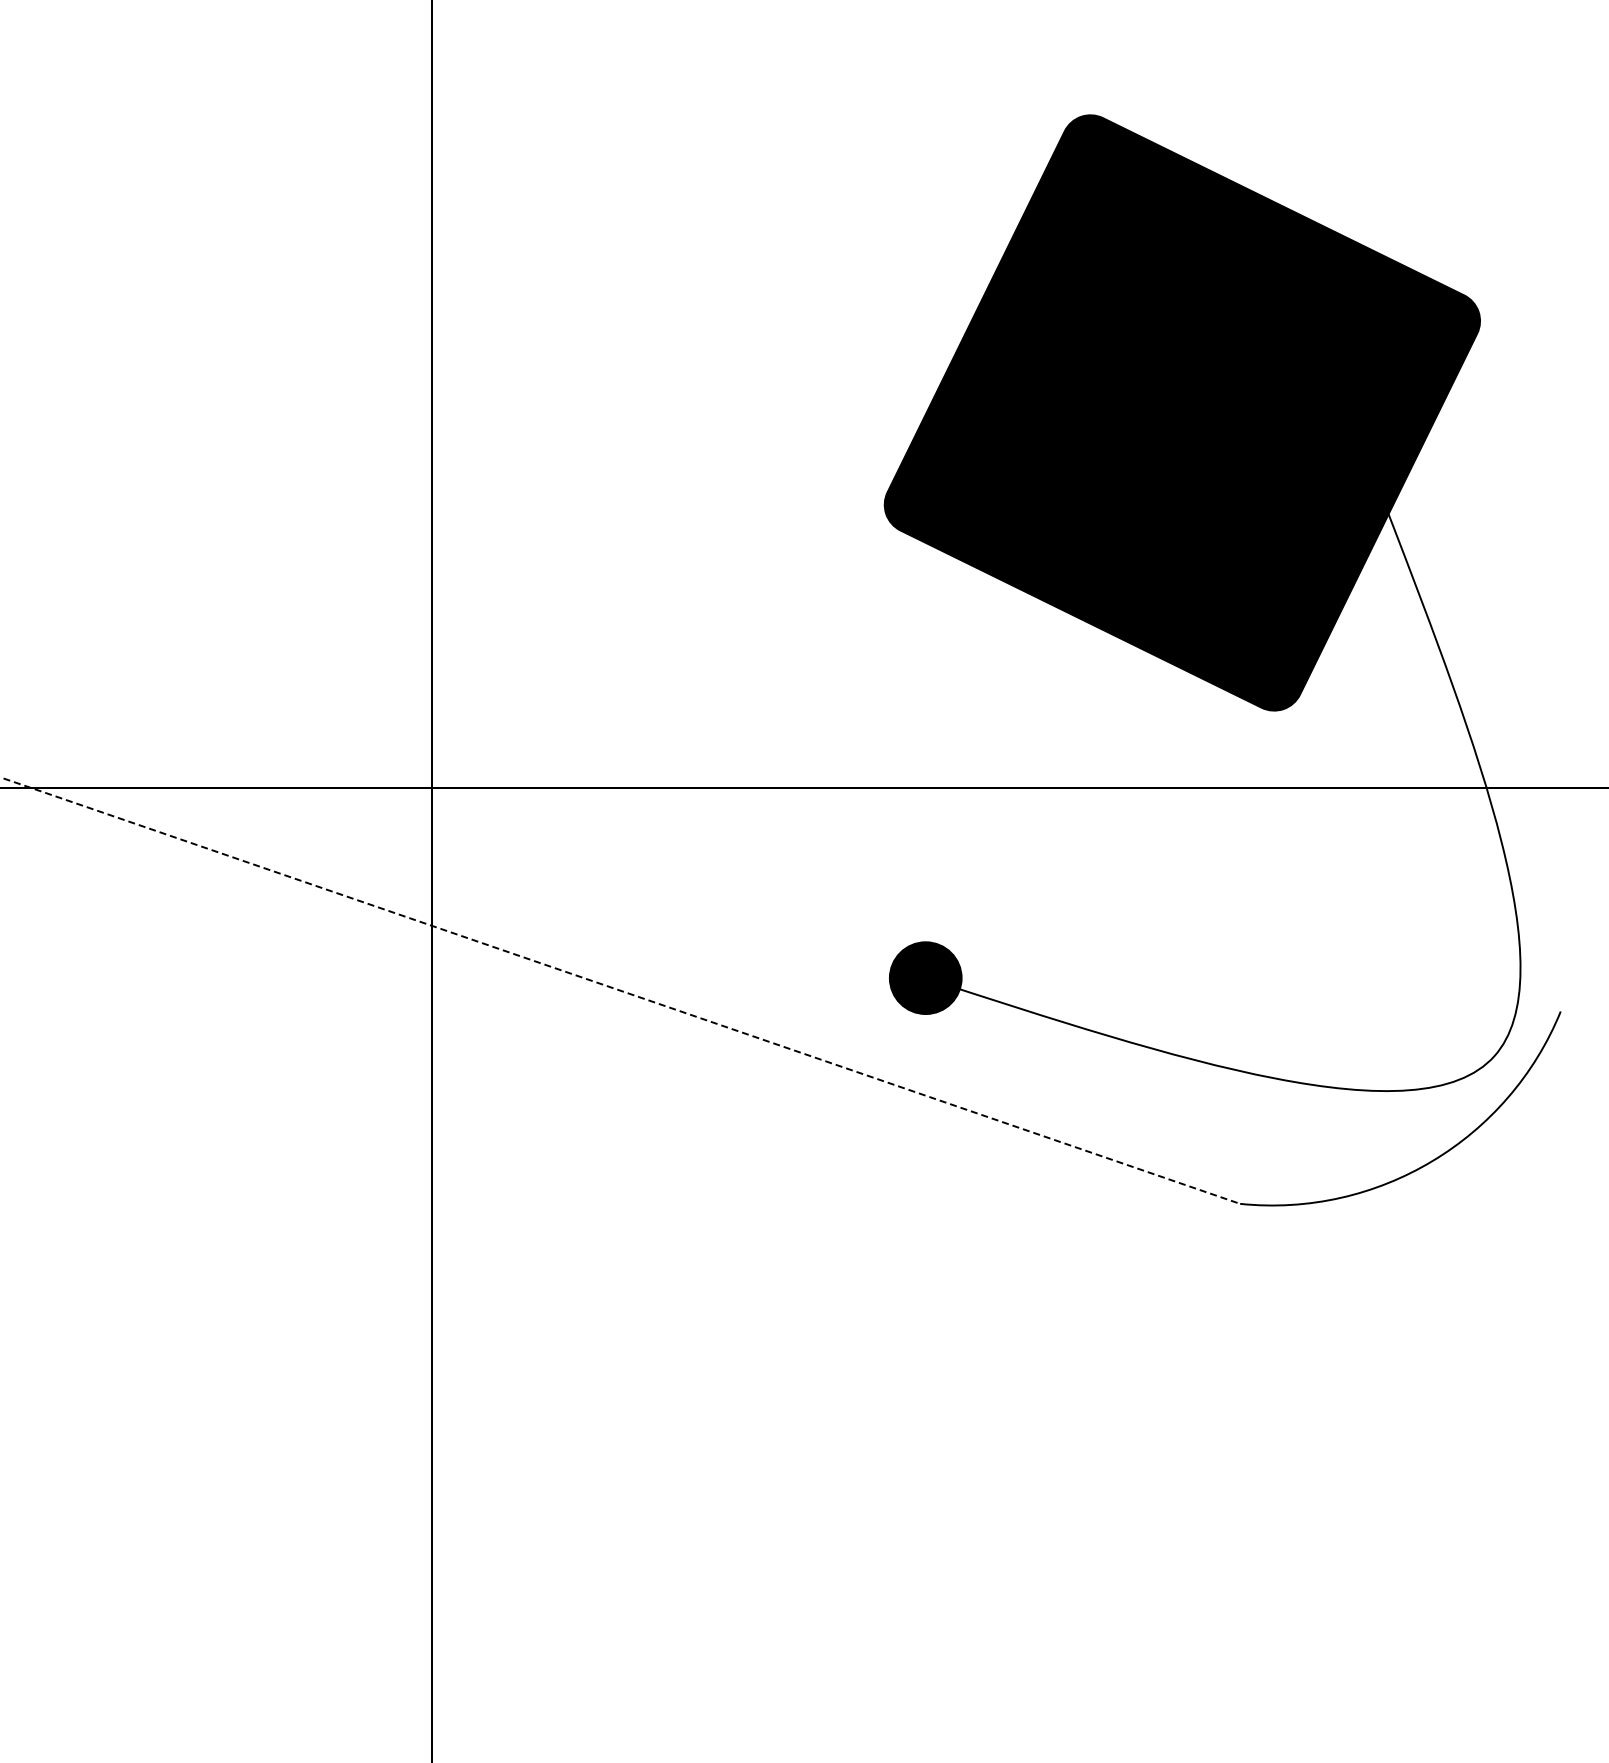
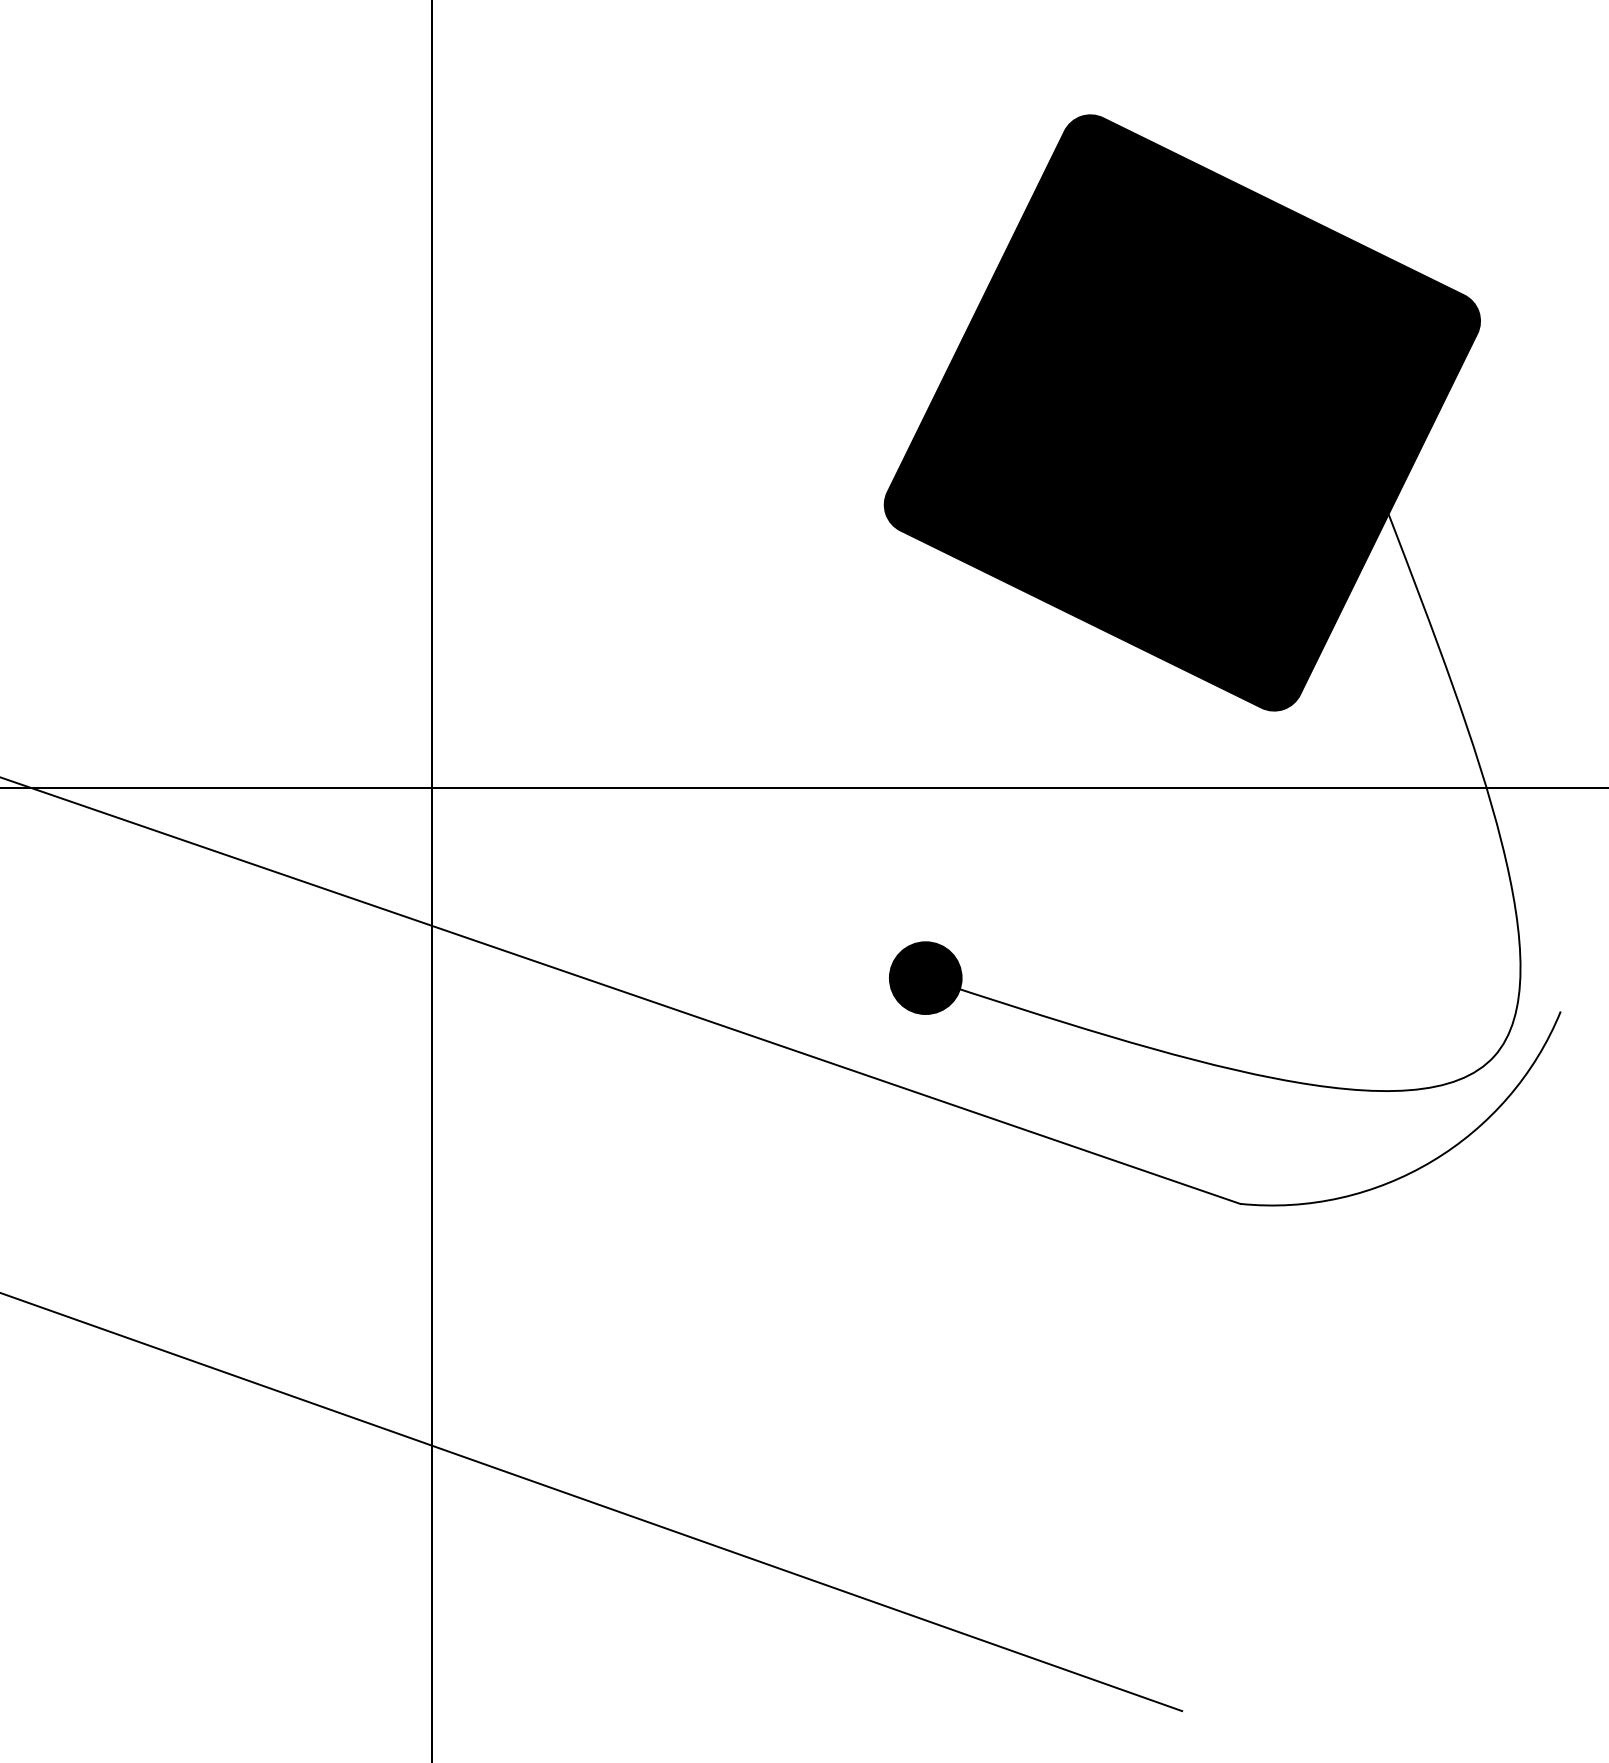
line at (620, 990): dashed -> solid
line at (592, 1502): none -> present
